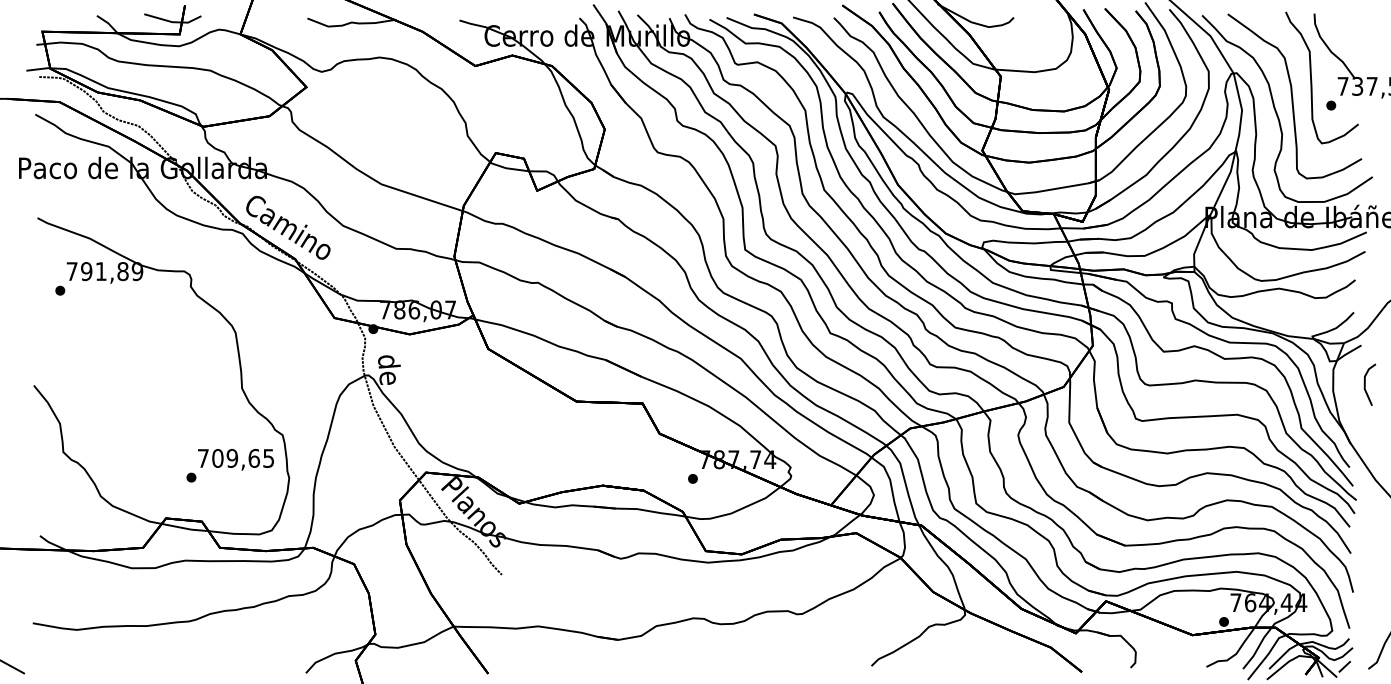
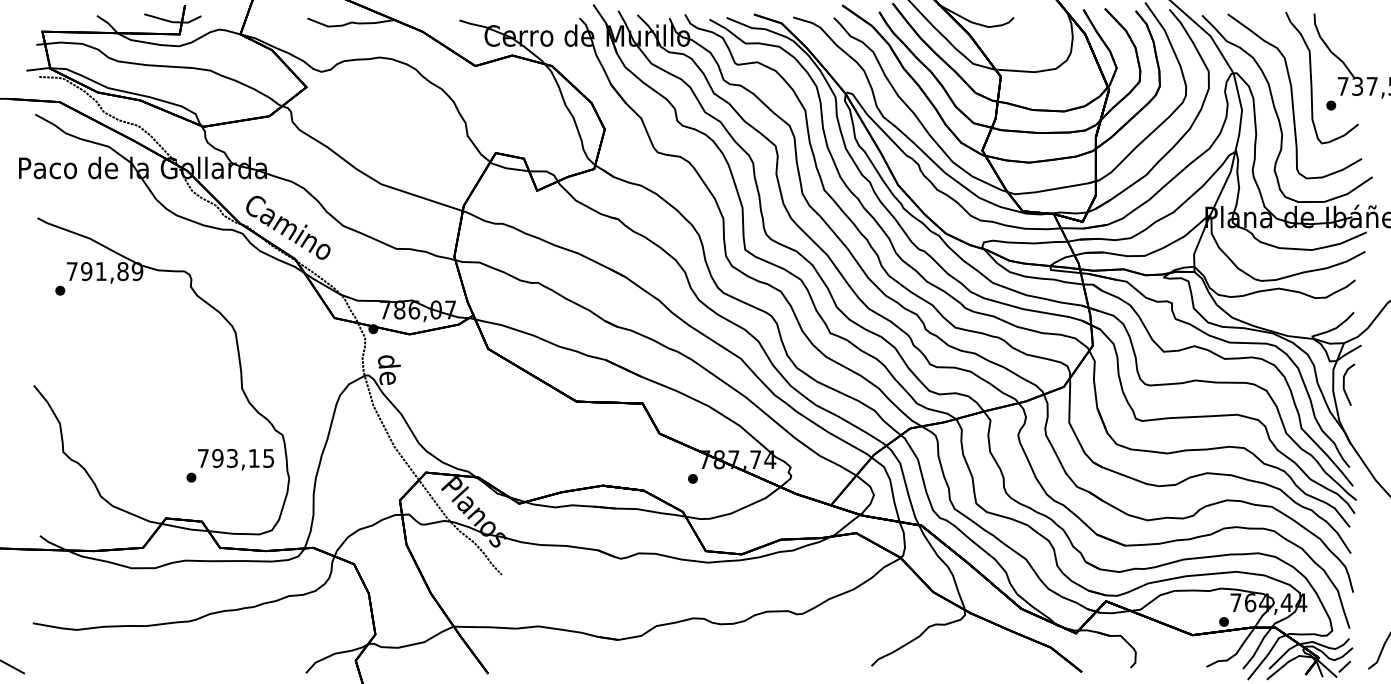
line at (1365, 384) position: (1365, 384) -> (1344, 384)
text at (236, 457): 709,65 -> 793,15
